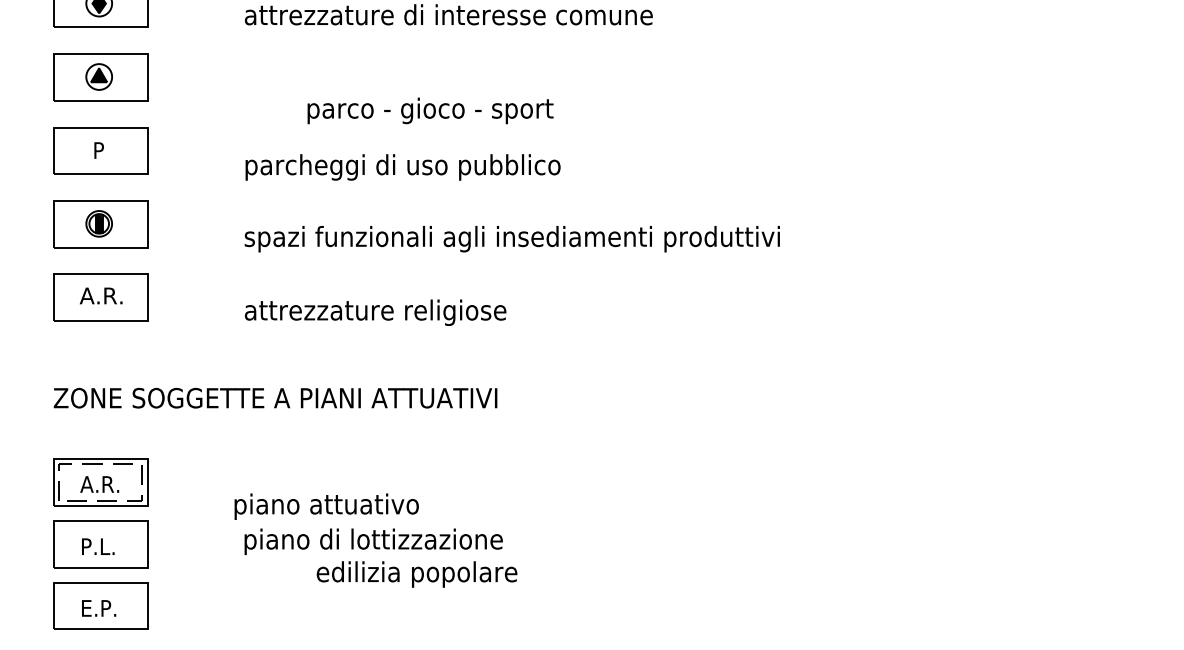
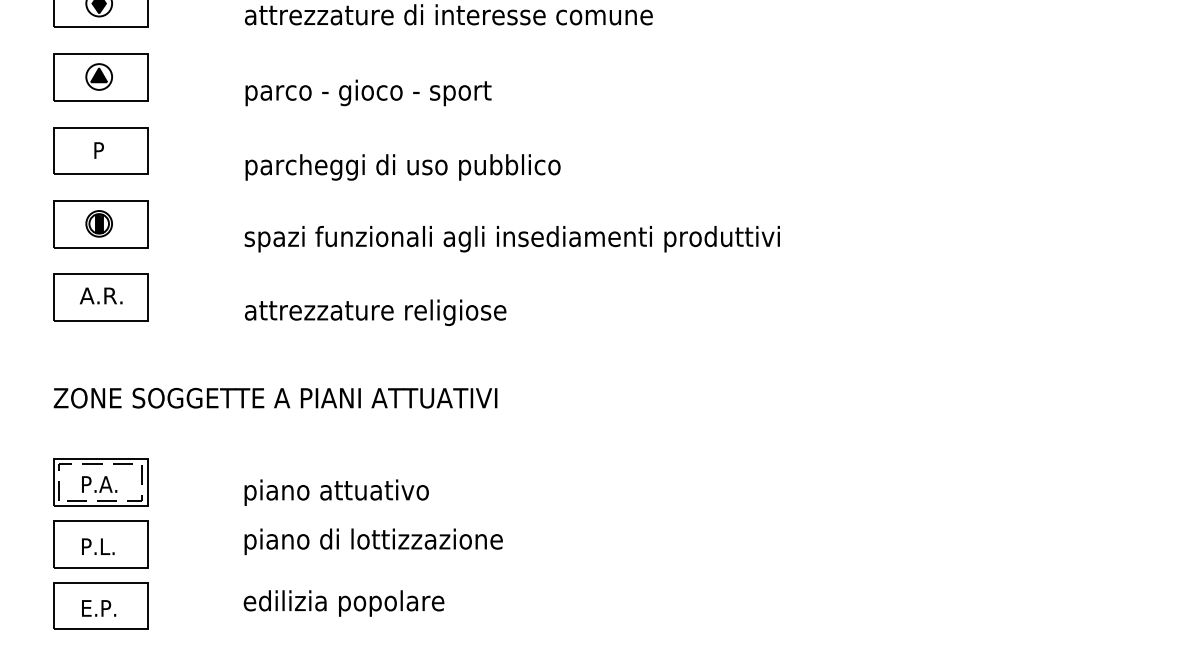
text at (430, 110) position: (430, 110) -> (368, 92)
text at (99, 484): A.R. -> P.A.
text at (326, 506) position: (326, 506) -> (336, 492)
text at (416, 574) position: (416, 574) -> (343, 603)
